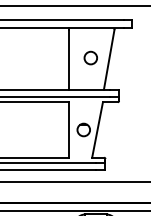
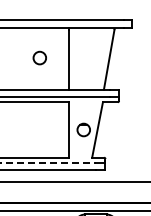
line at (74, 5): present -> none
circle at (90, 57) position: (90, 57) -> (39, 57)
line at (47, 162): solid -> dashed
